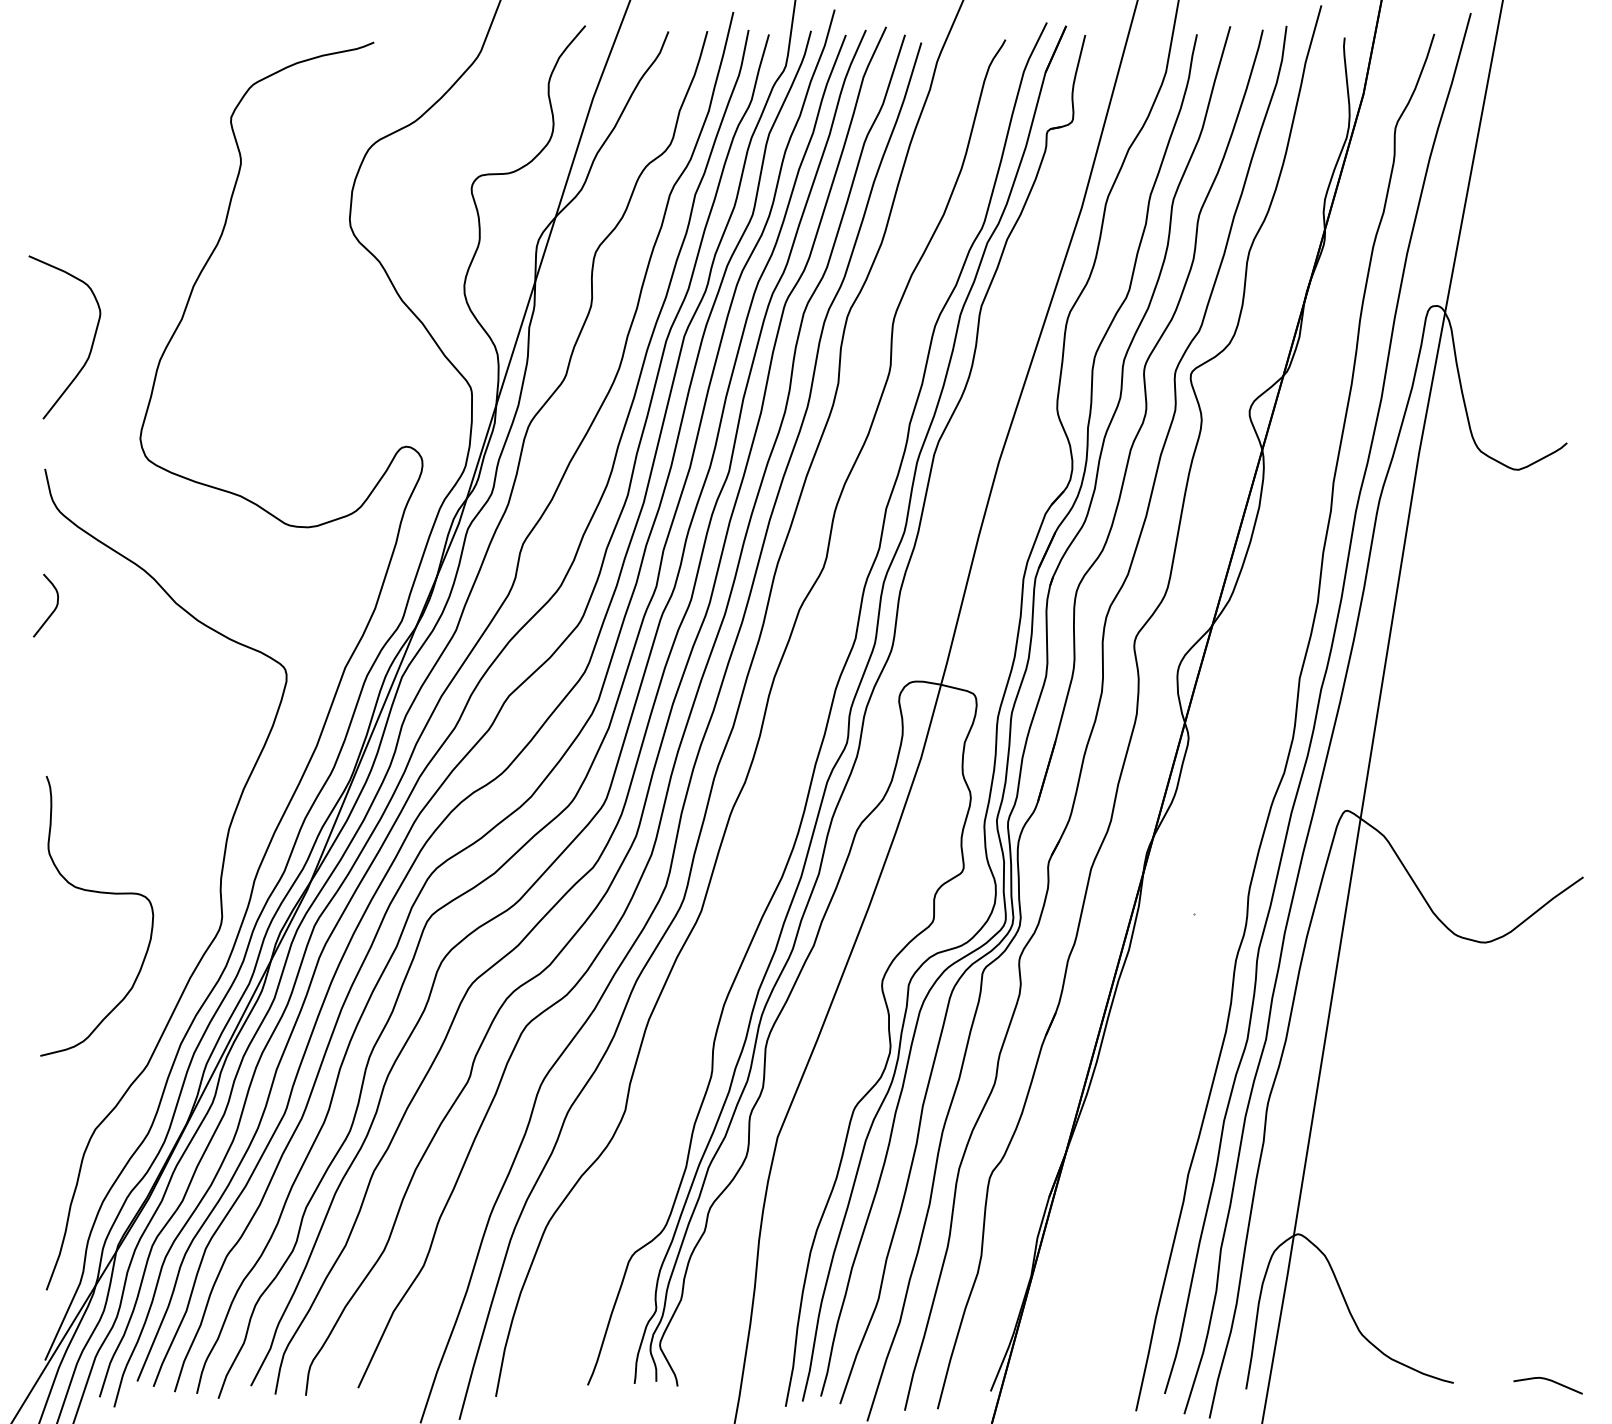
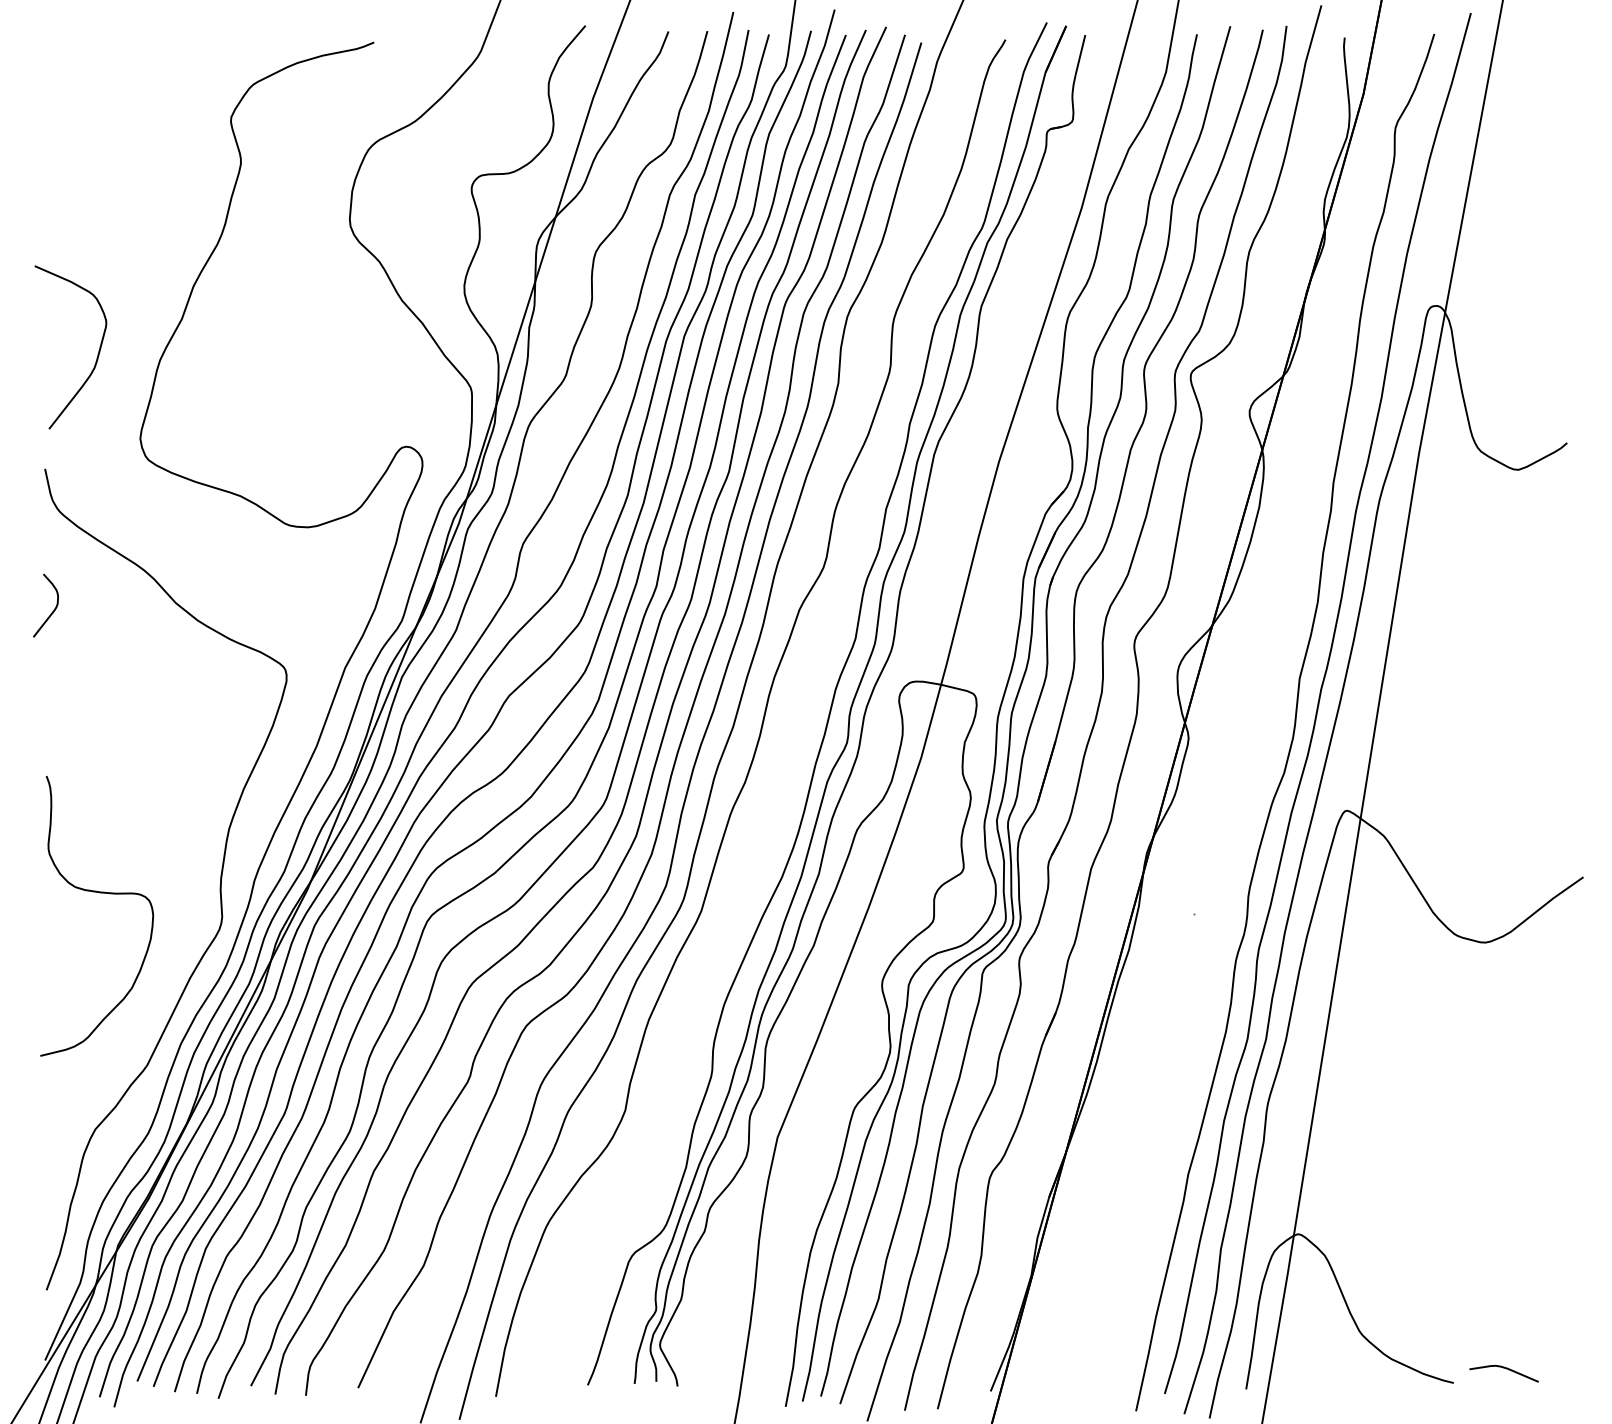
curve at (90, 347) position: (90, 347) -> (96, 357)
curve at (1547, 1380) position: (1547, 1380) -> (1503, 1368)
